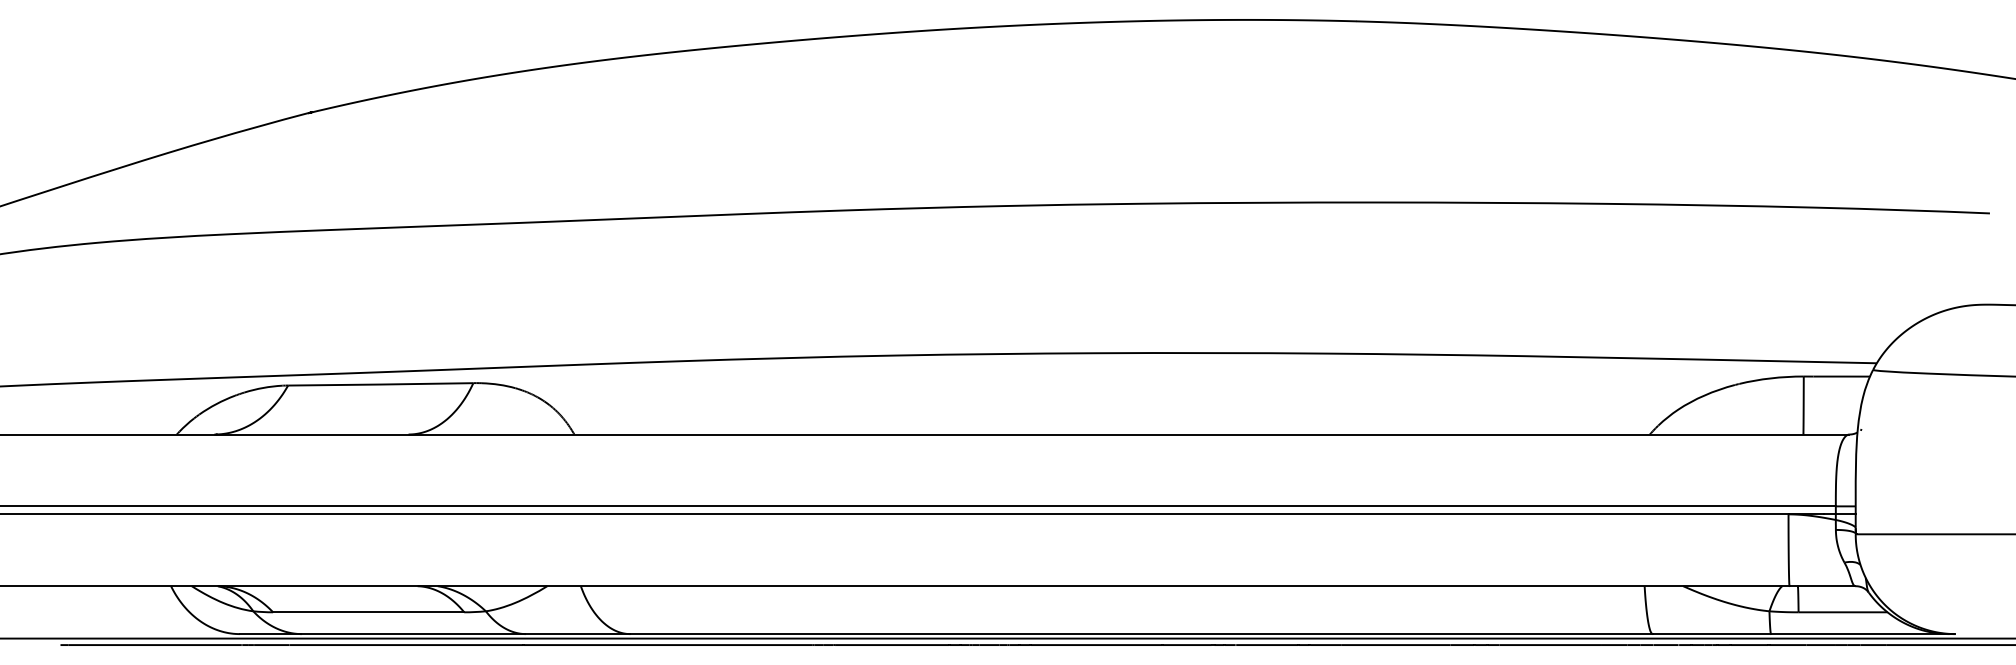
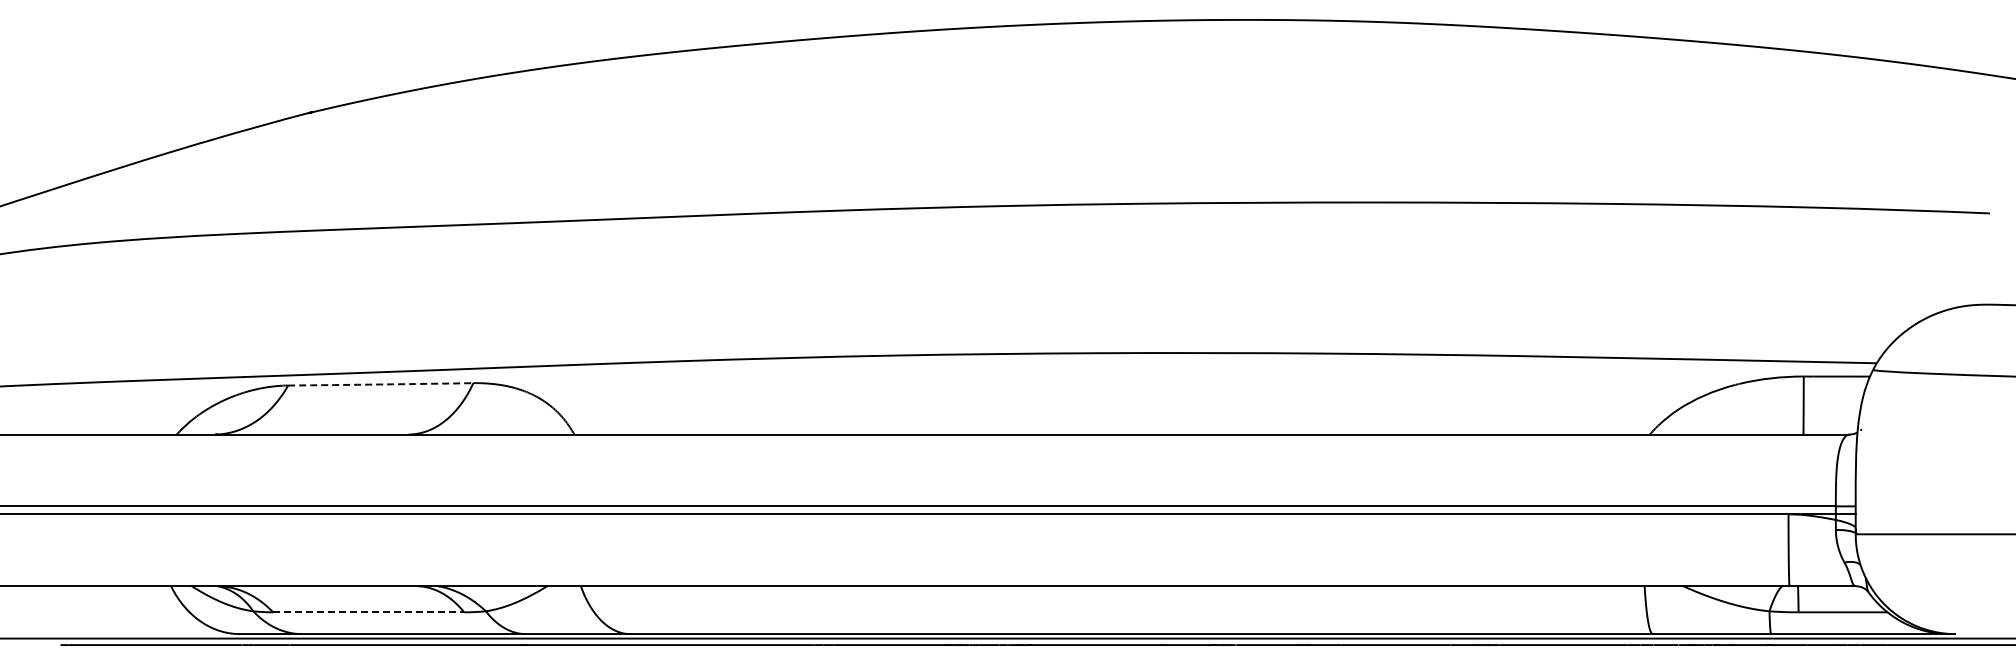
arc at (380, 384): solid -> dashed
line at (368, 612): solid -> dashed
